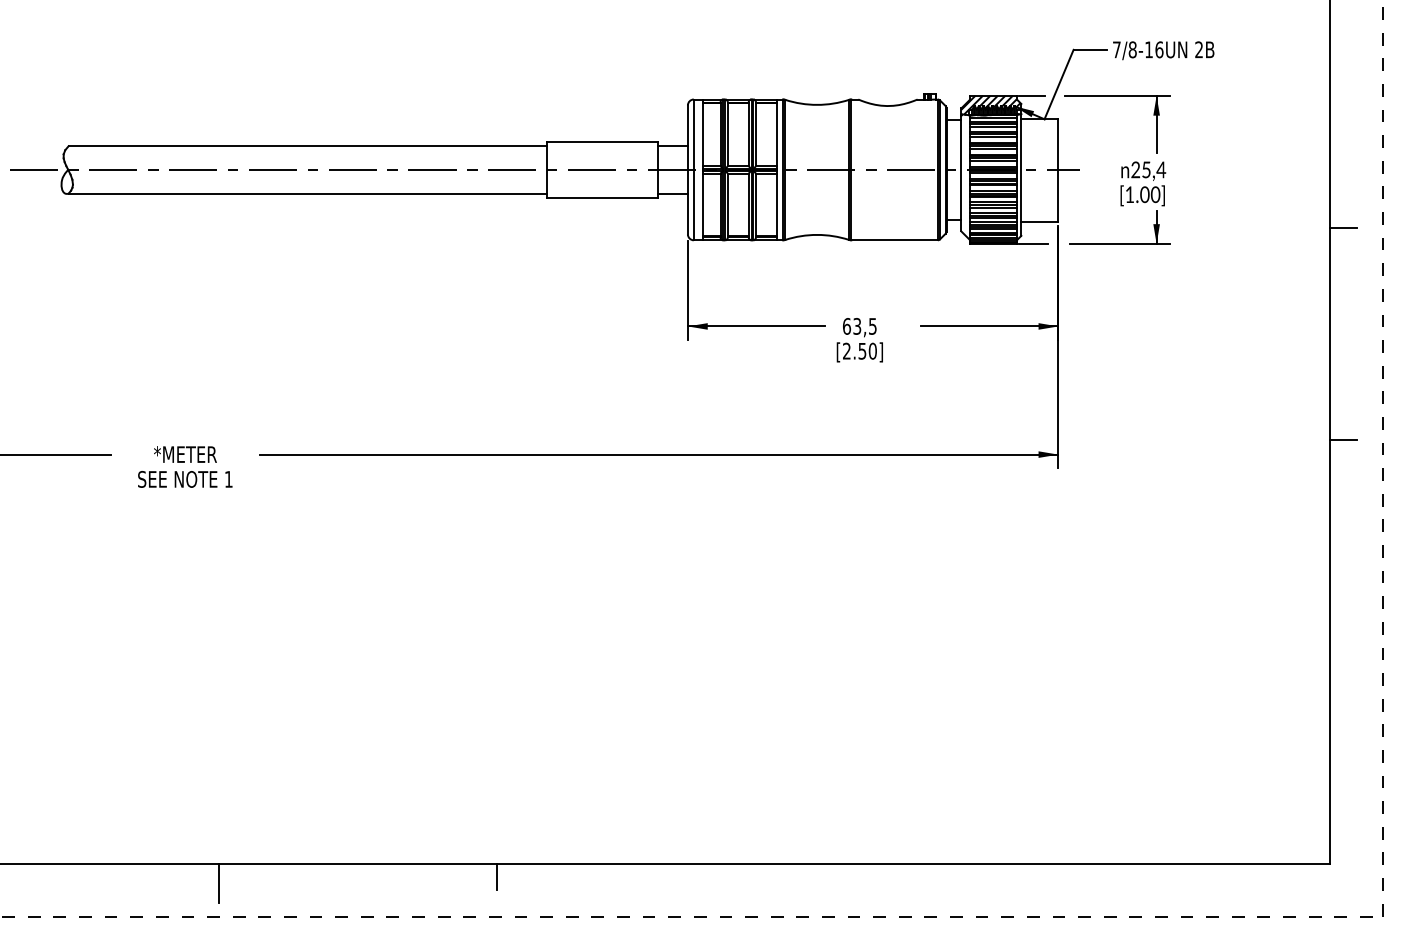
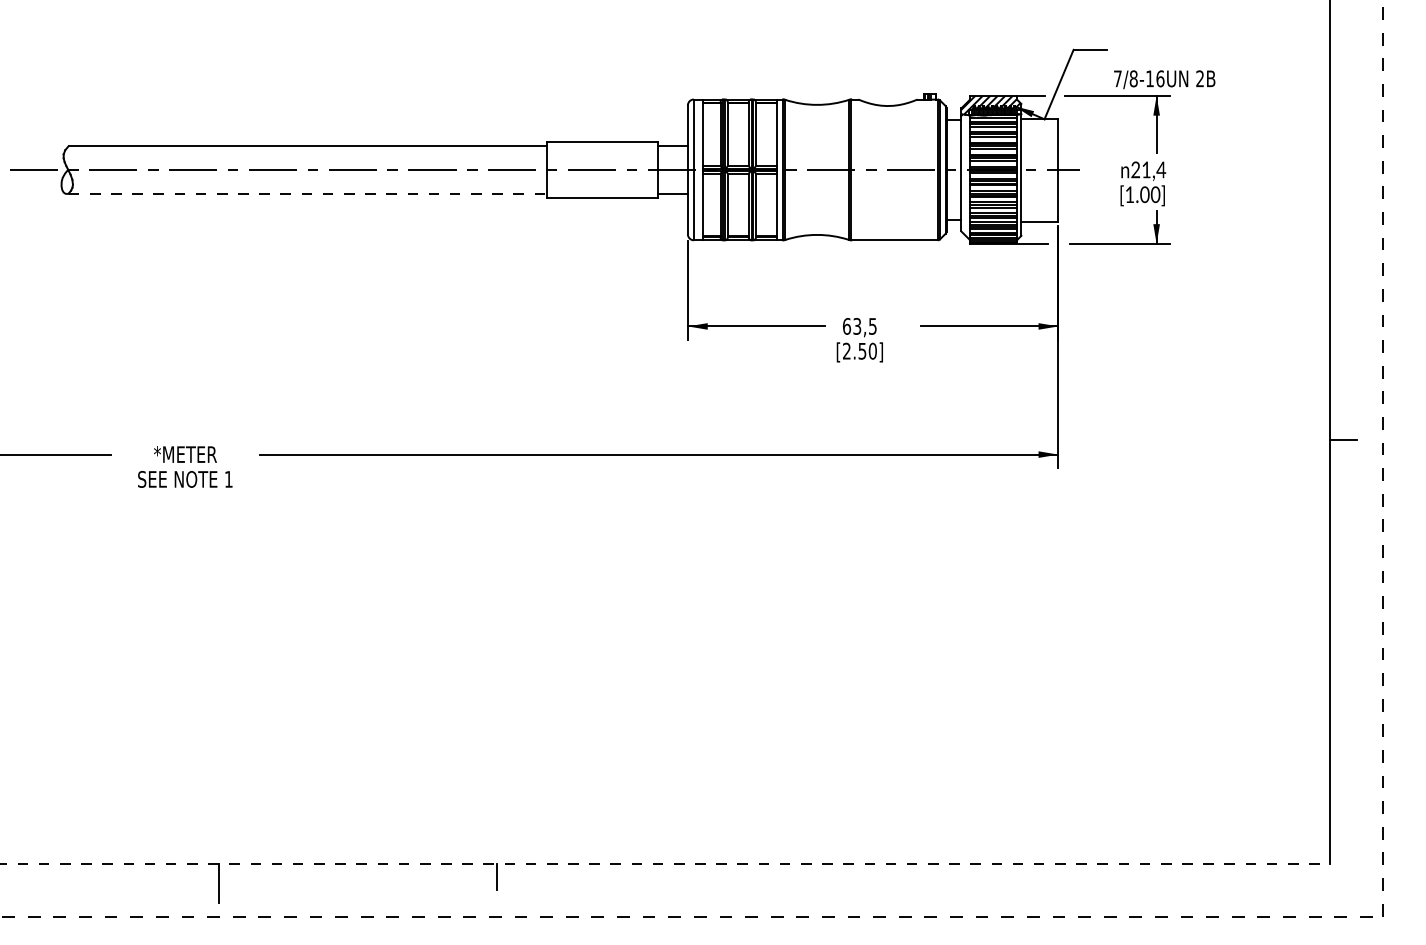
text at (1163, 50) position: (1163, 50) -> (1164, 79)
text at (1146, 169): 25,4 -> 21,4
line at (308, 193): solid -> dashed
line at (1343, 228): present -> none
line at (665, 863): solid -> dashed
